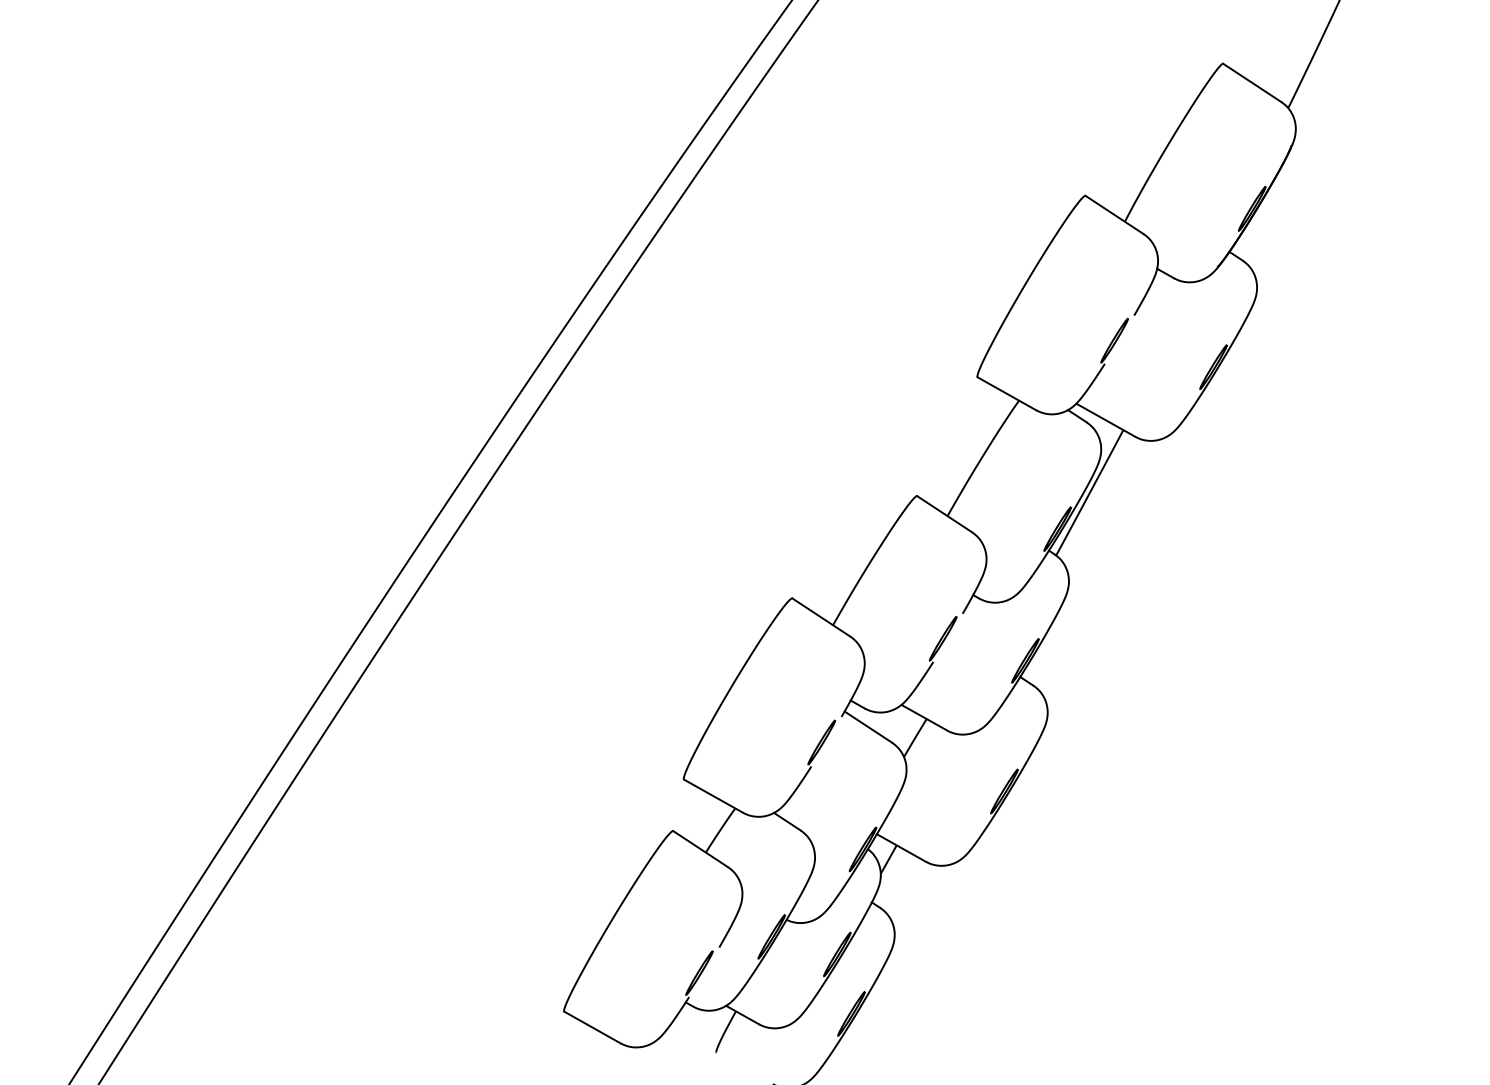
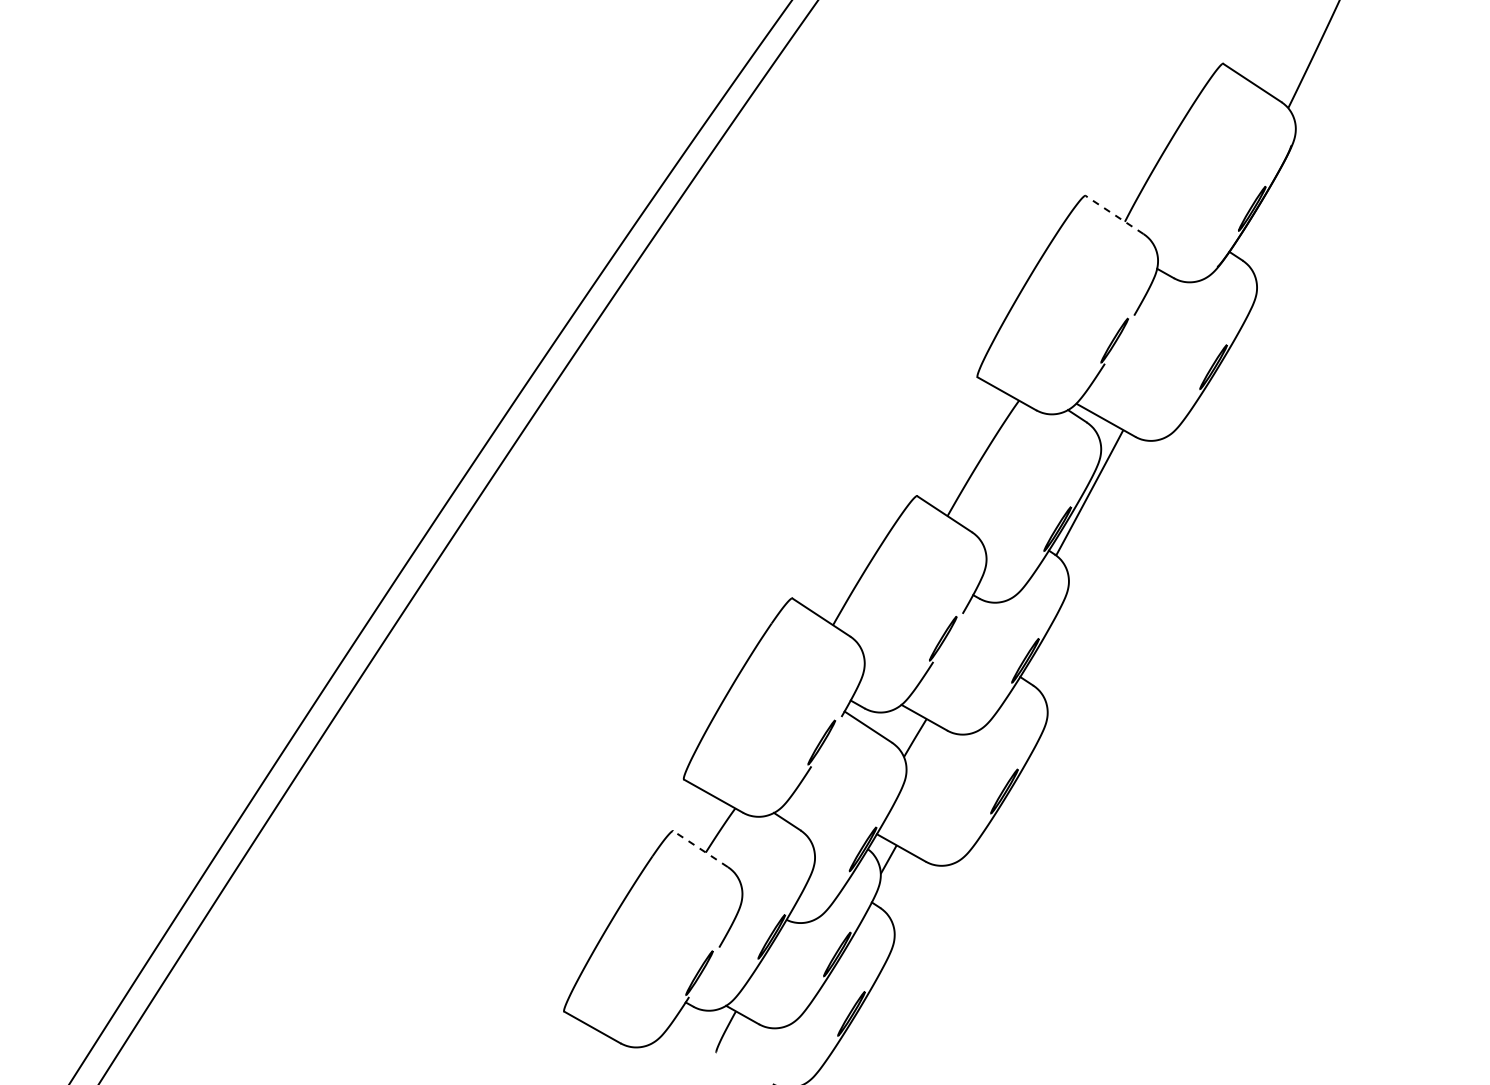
line at (1114, 214): solid -> dashed
line at (700, 849): solid -> dashed
